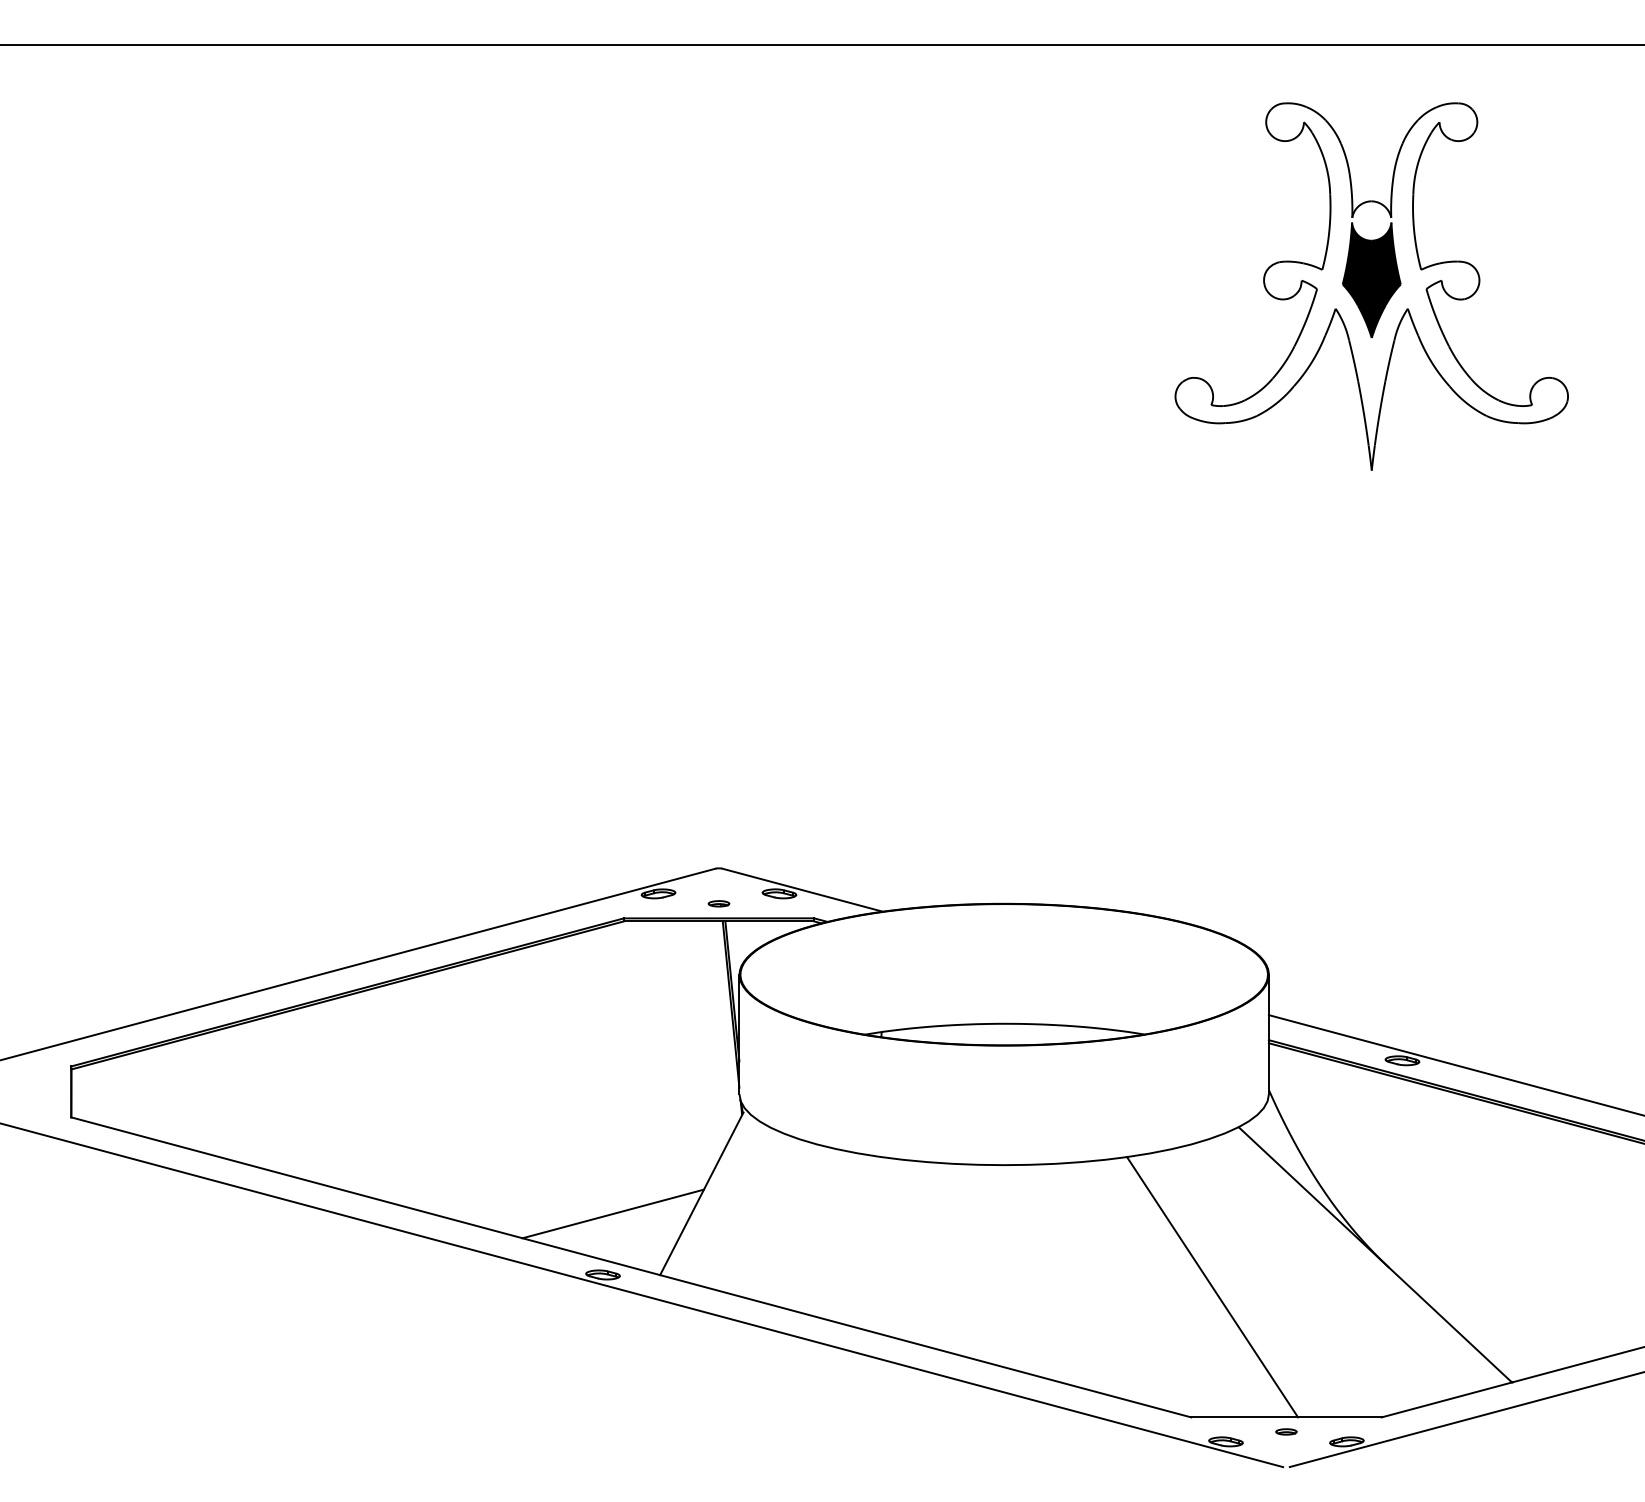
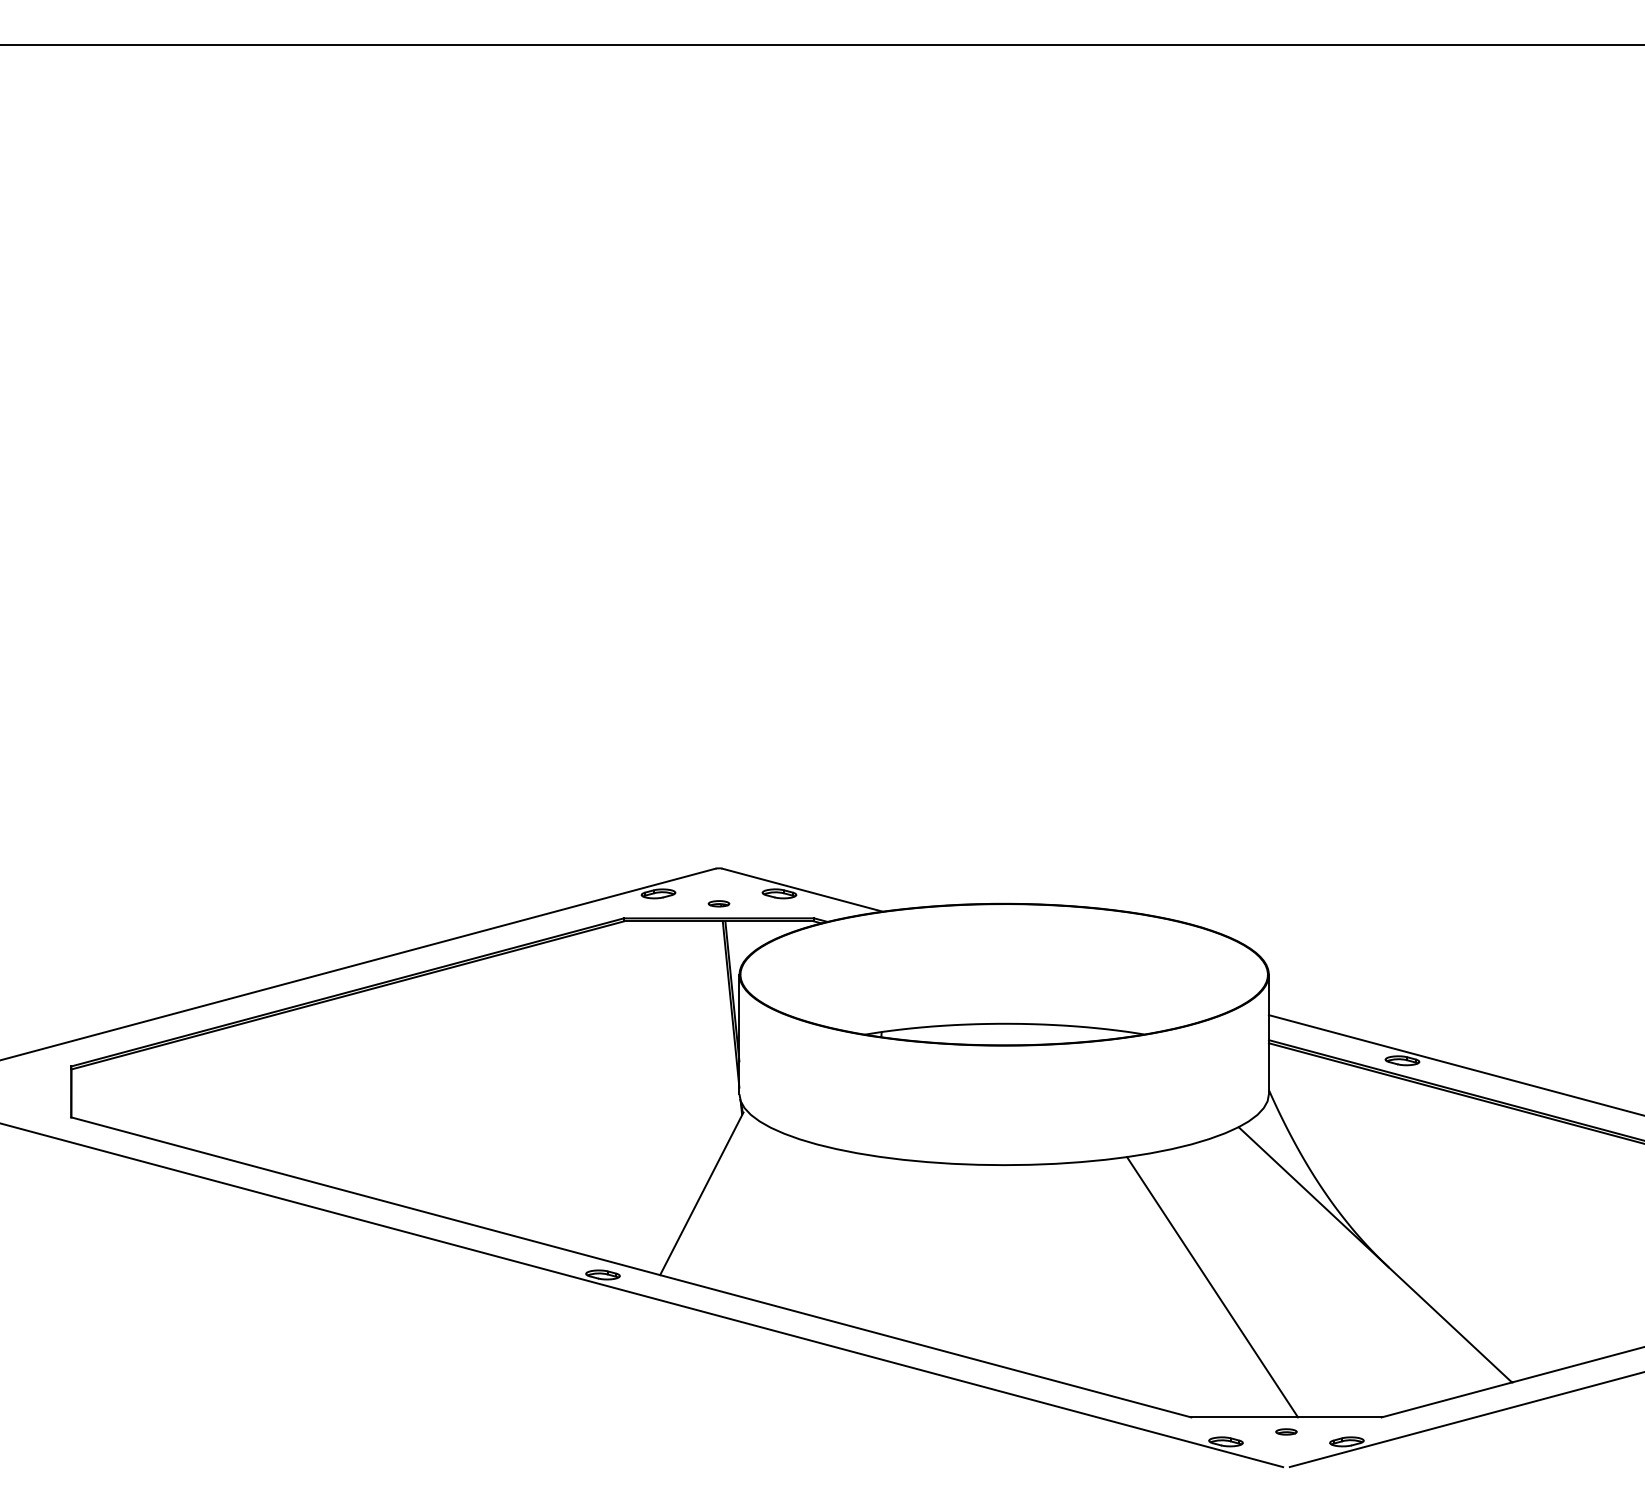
part at (1371, 286): present -> none
line at (612, 1213): present -> none
